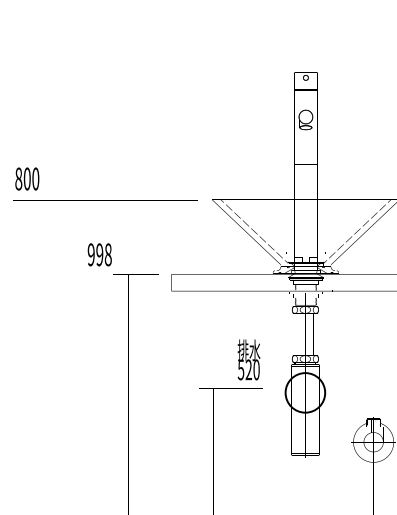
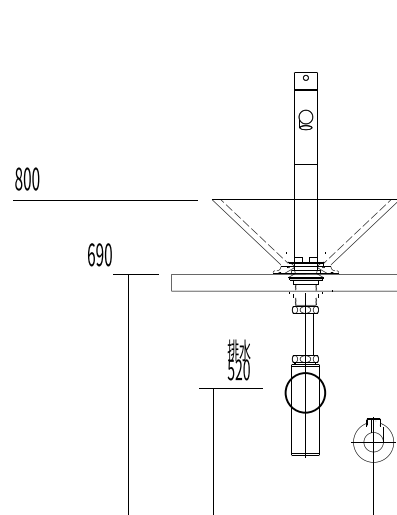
text at (99, 254): 998 -> 690
text at (248, 359) position: (248, 359) -> (238, 359)
